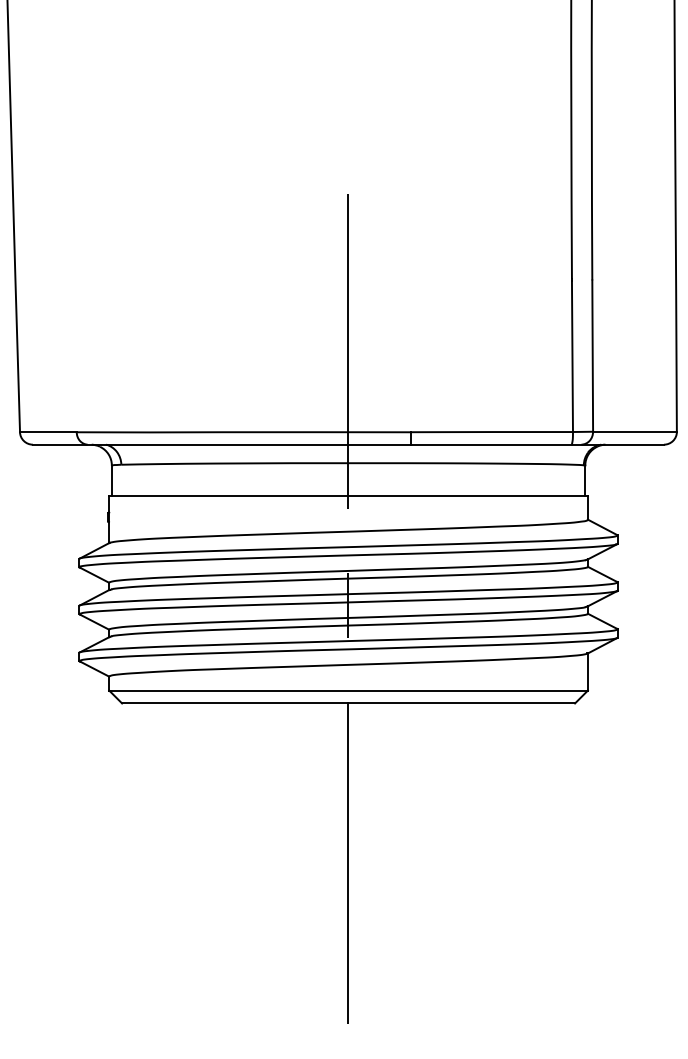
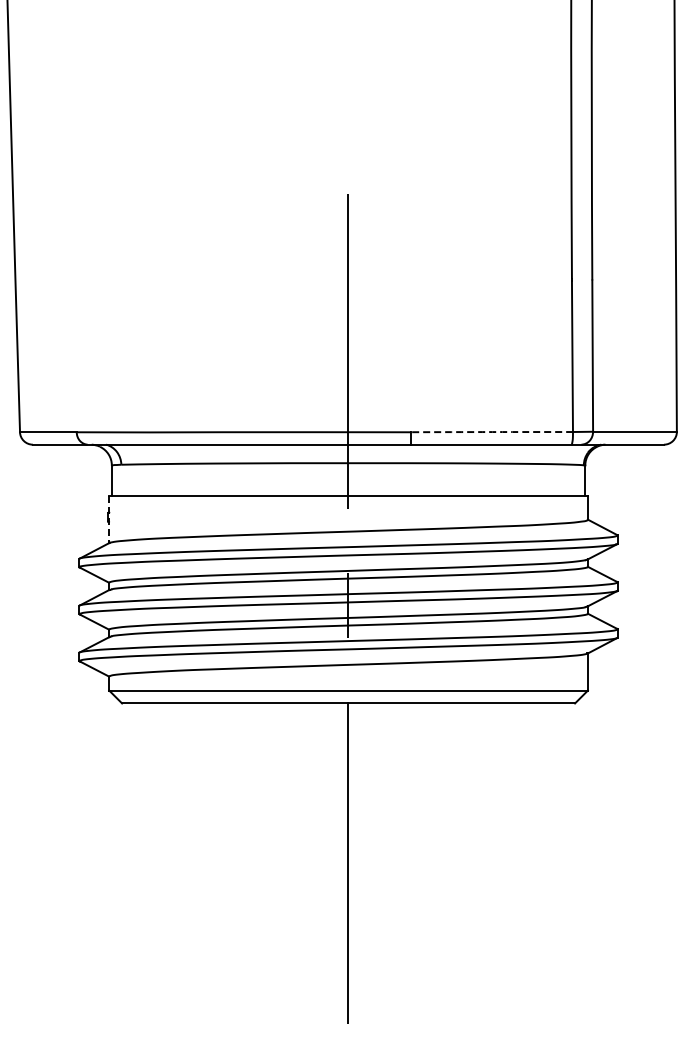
arc at (492, 432): solid -> dashed
line at (109, 520): solid -> dashed
